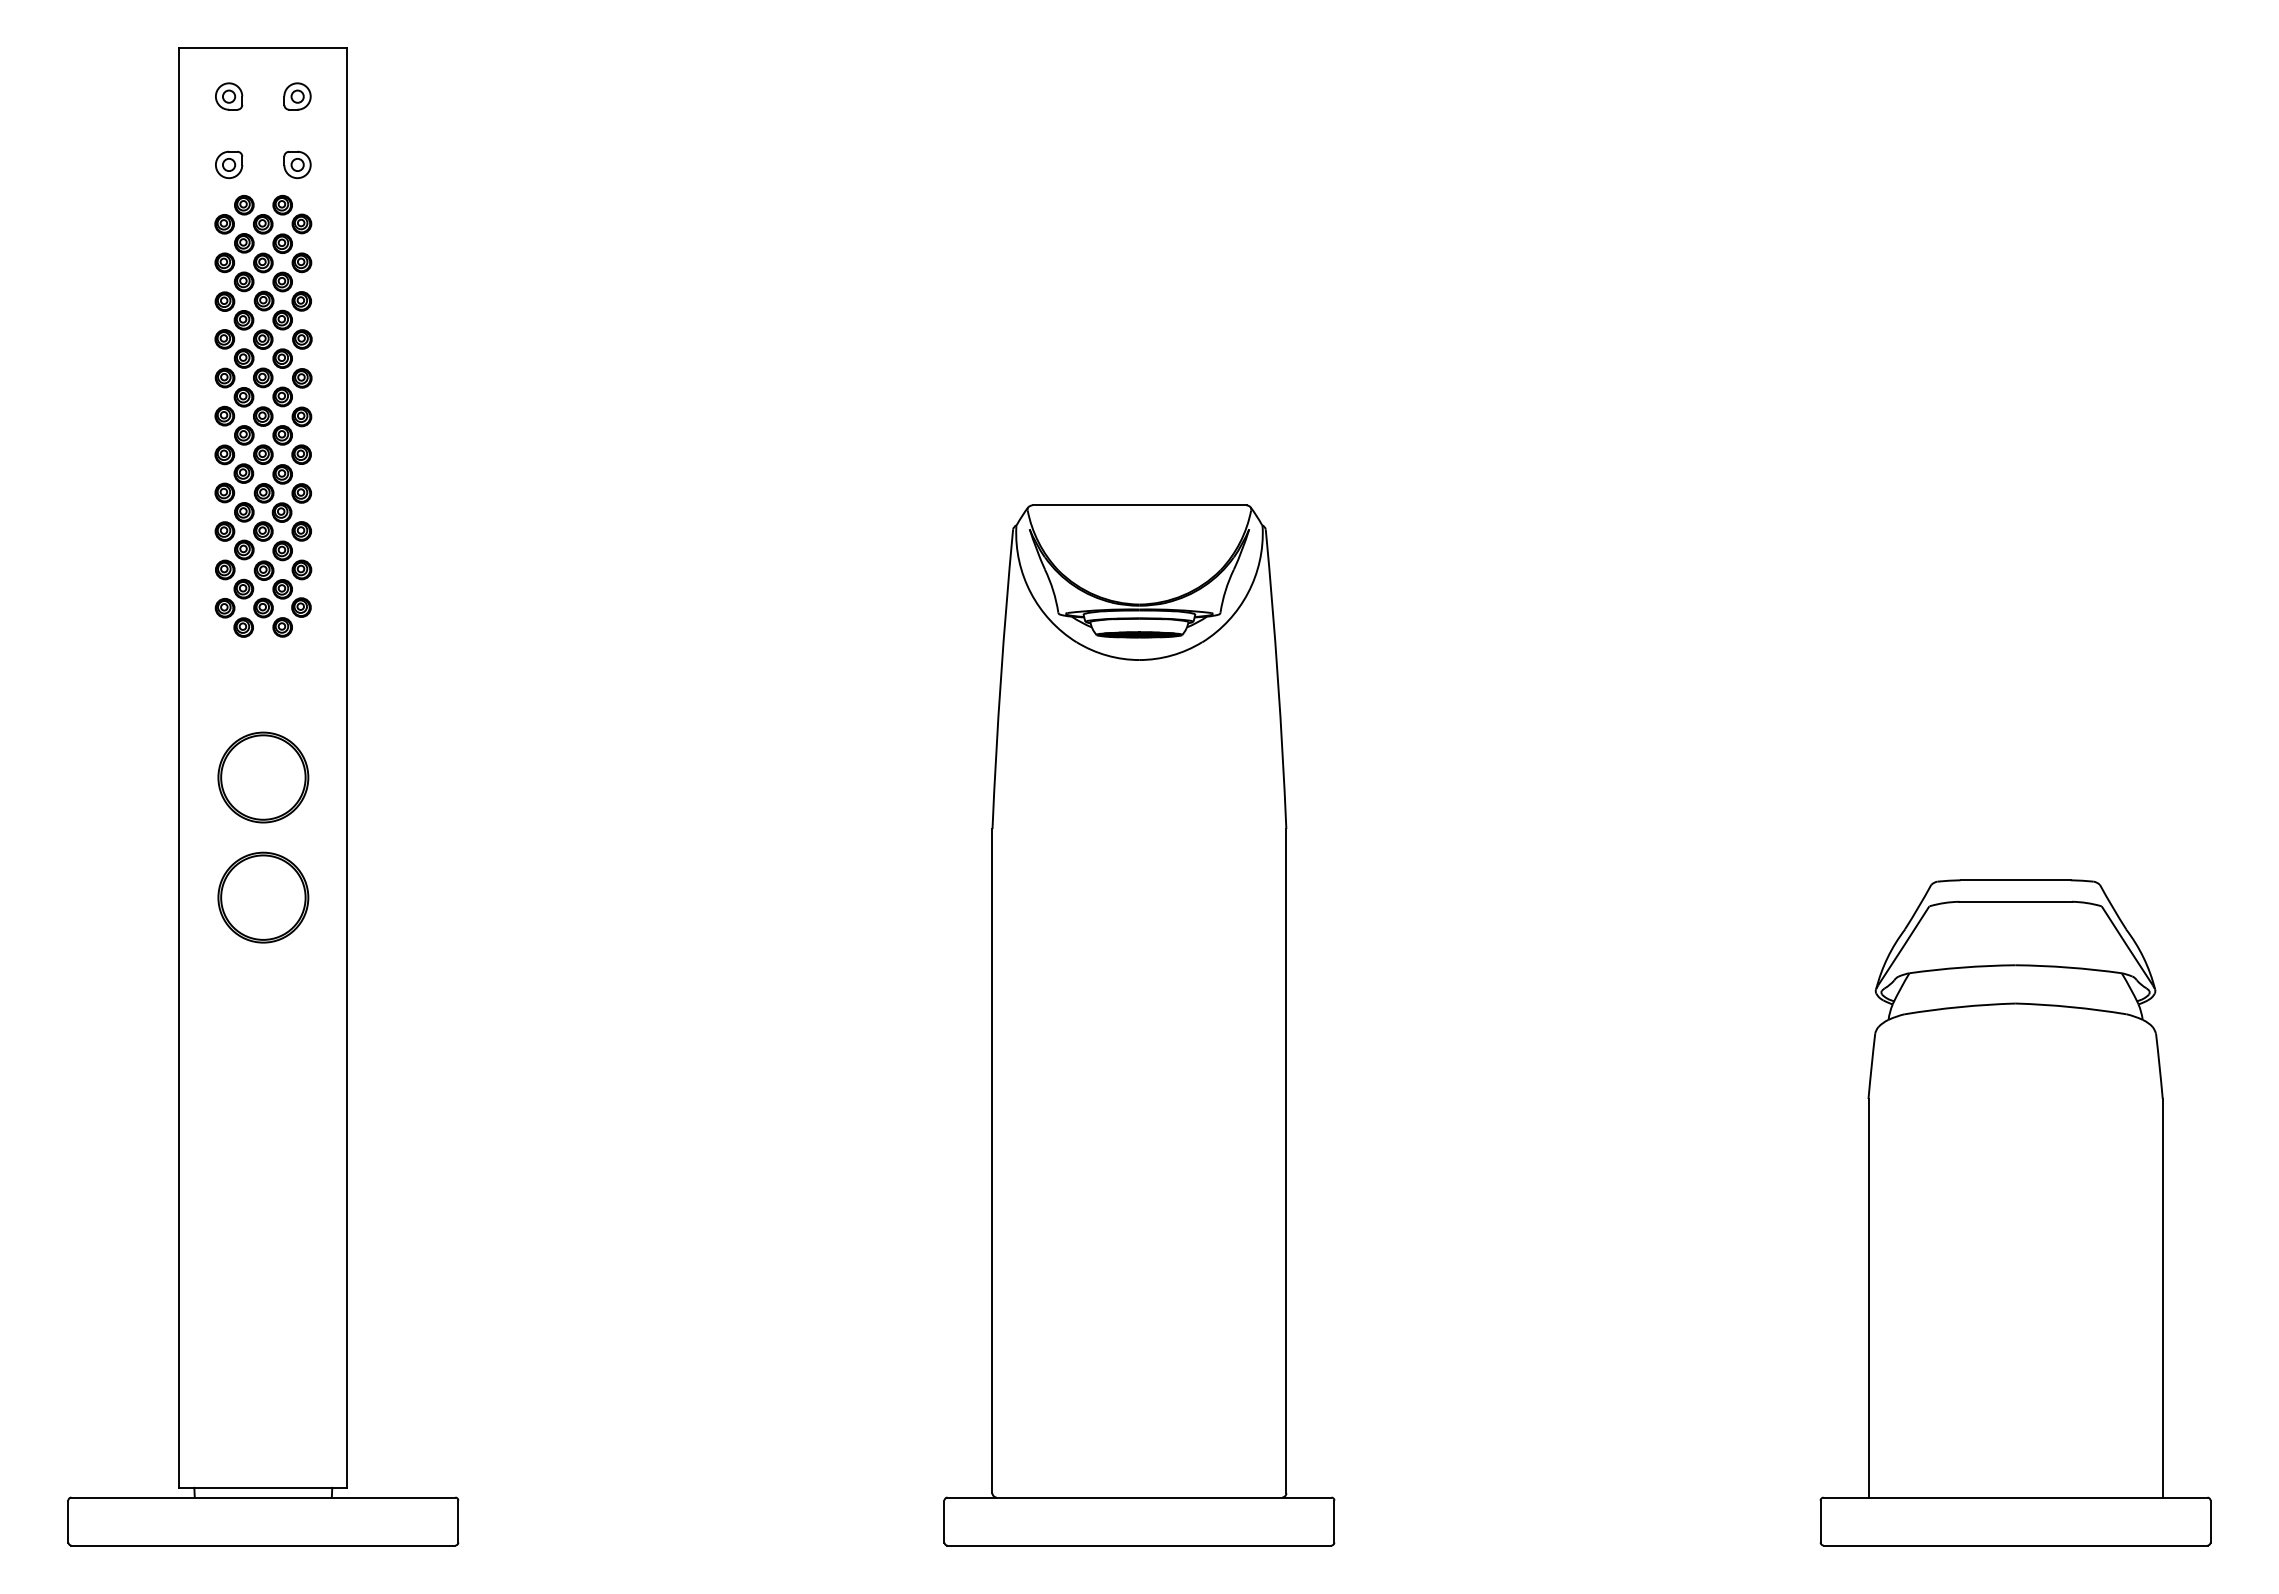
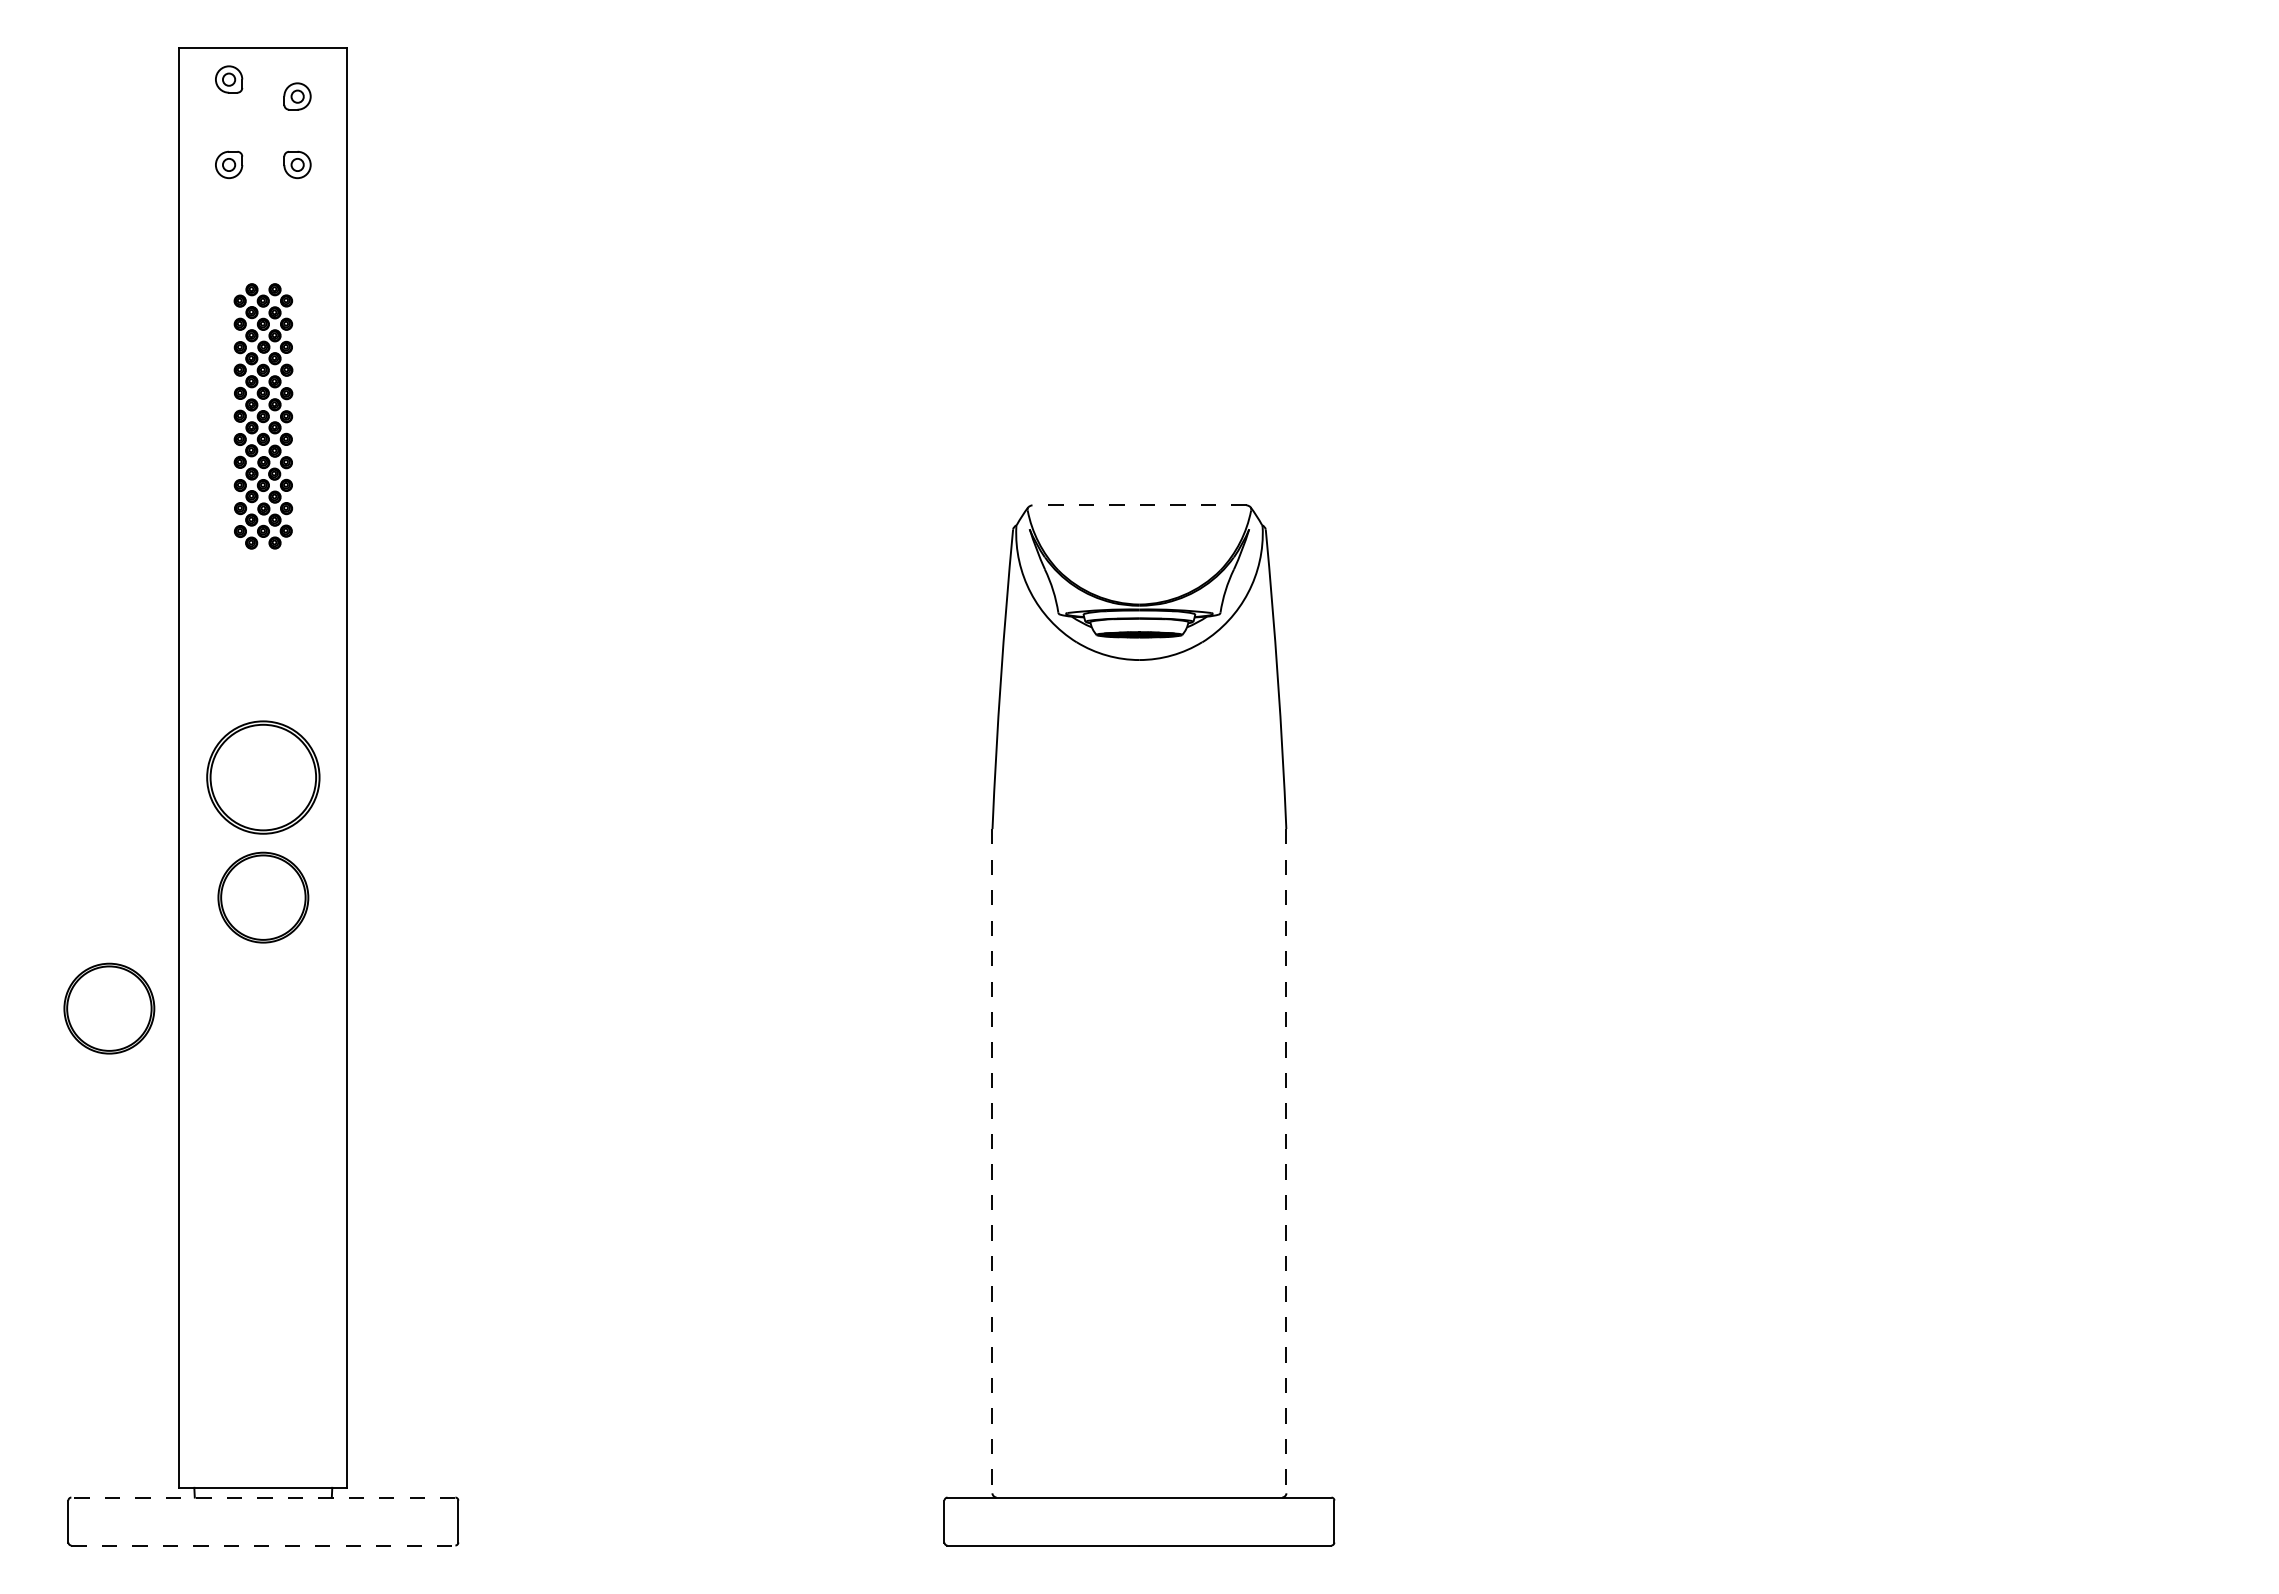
part at (229, 96) position: (229, 96) -> (229, 79)
part at (263, 416) size: 99x443 px -> 61x267 px
line at (1139, 505): solid -> dashed
part at (263, 777) size: 93x93 px -> 115x115 px
part at (109, 1008): none -> present
line at (992, 1161): solid -> dashed
line at (1286, 1161): solid -> dashed
part at (2015, 1212): present -> none
line at (262, 1497): solid -> dashed
line at (263, 1545): solid -> dashed
